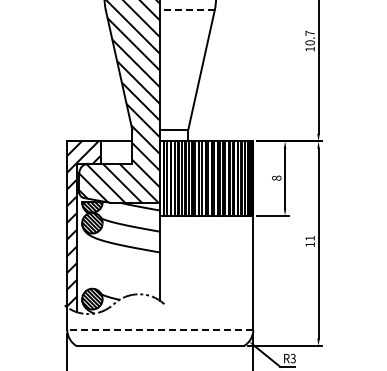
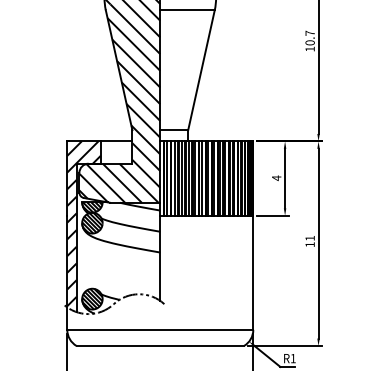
line at (187, 10): dashed -> solid
text at (276, 178): 8 -> 4
line at (160, 329): dashed -> solid
text at (292, 358): R3 -> R1
